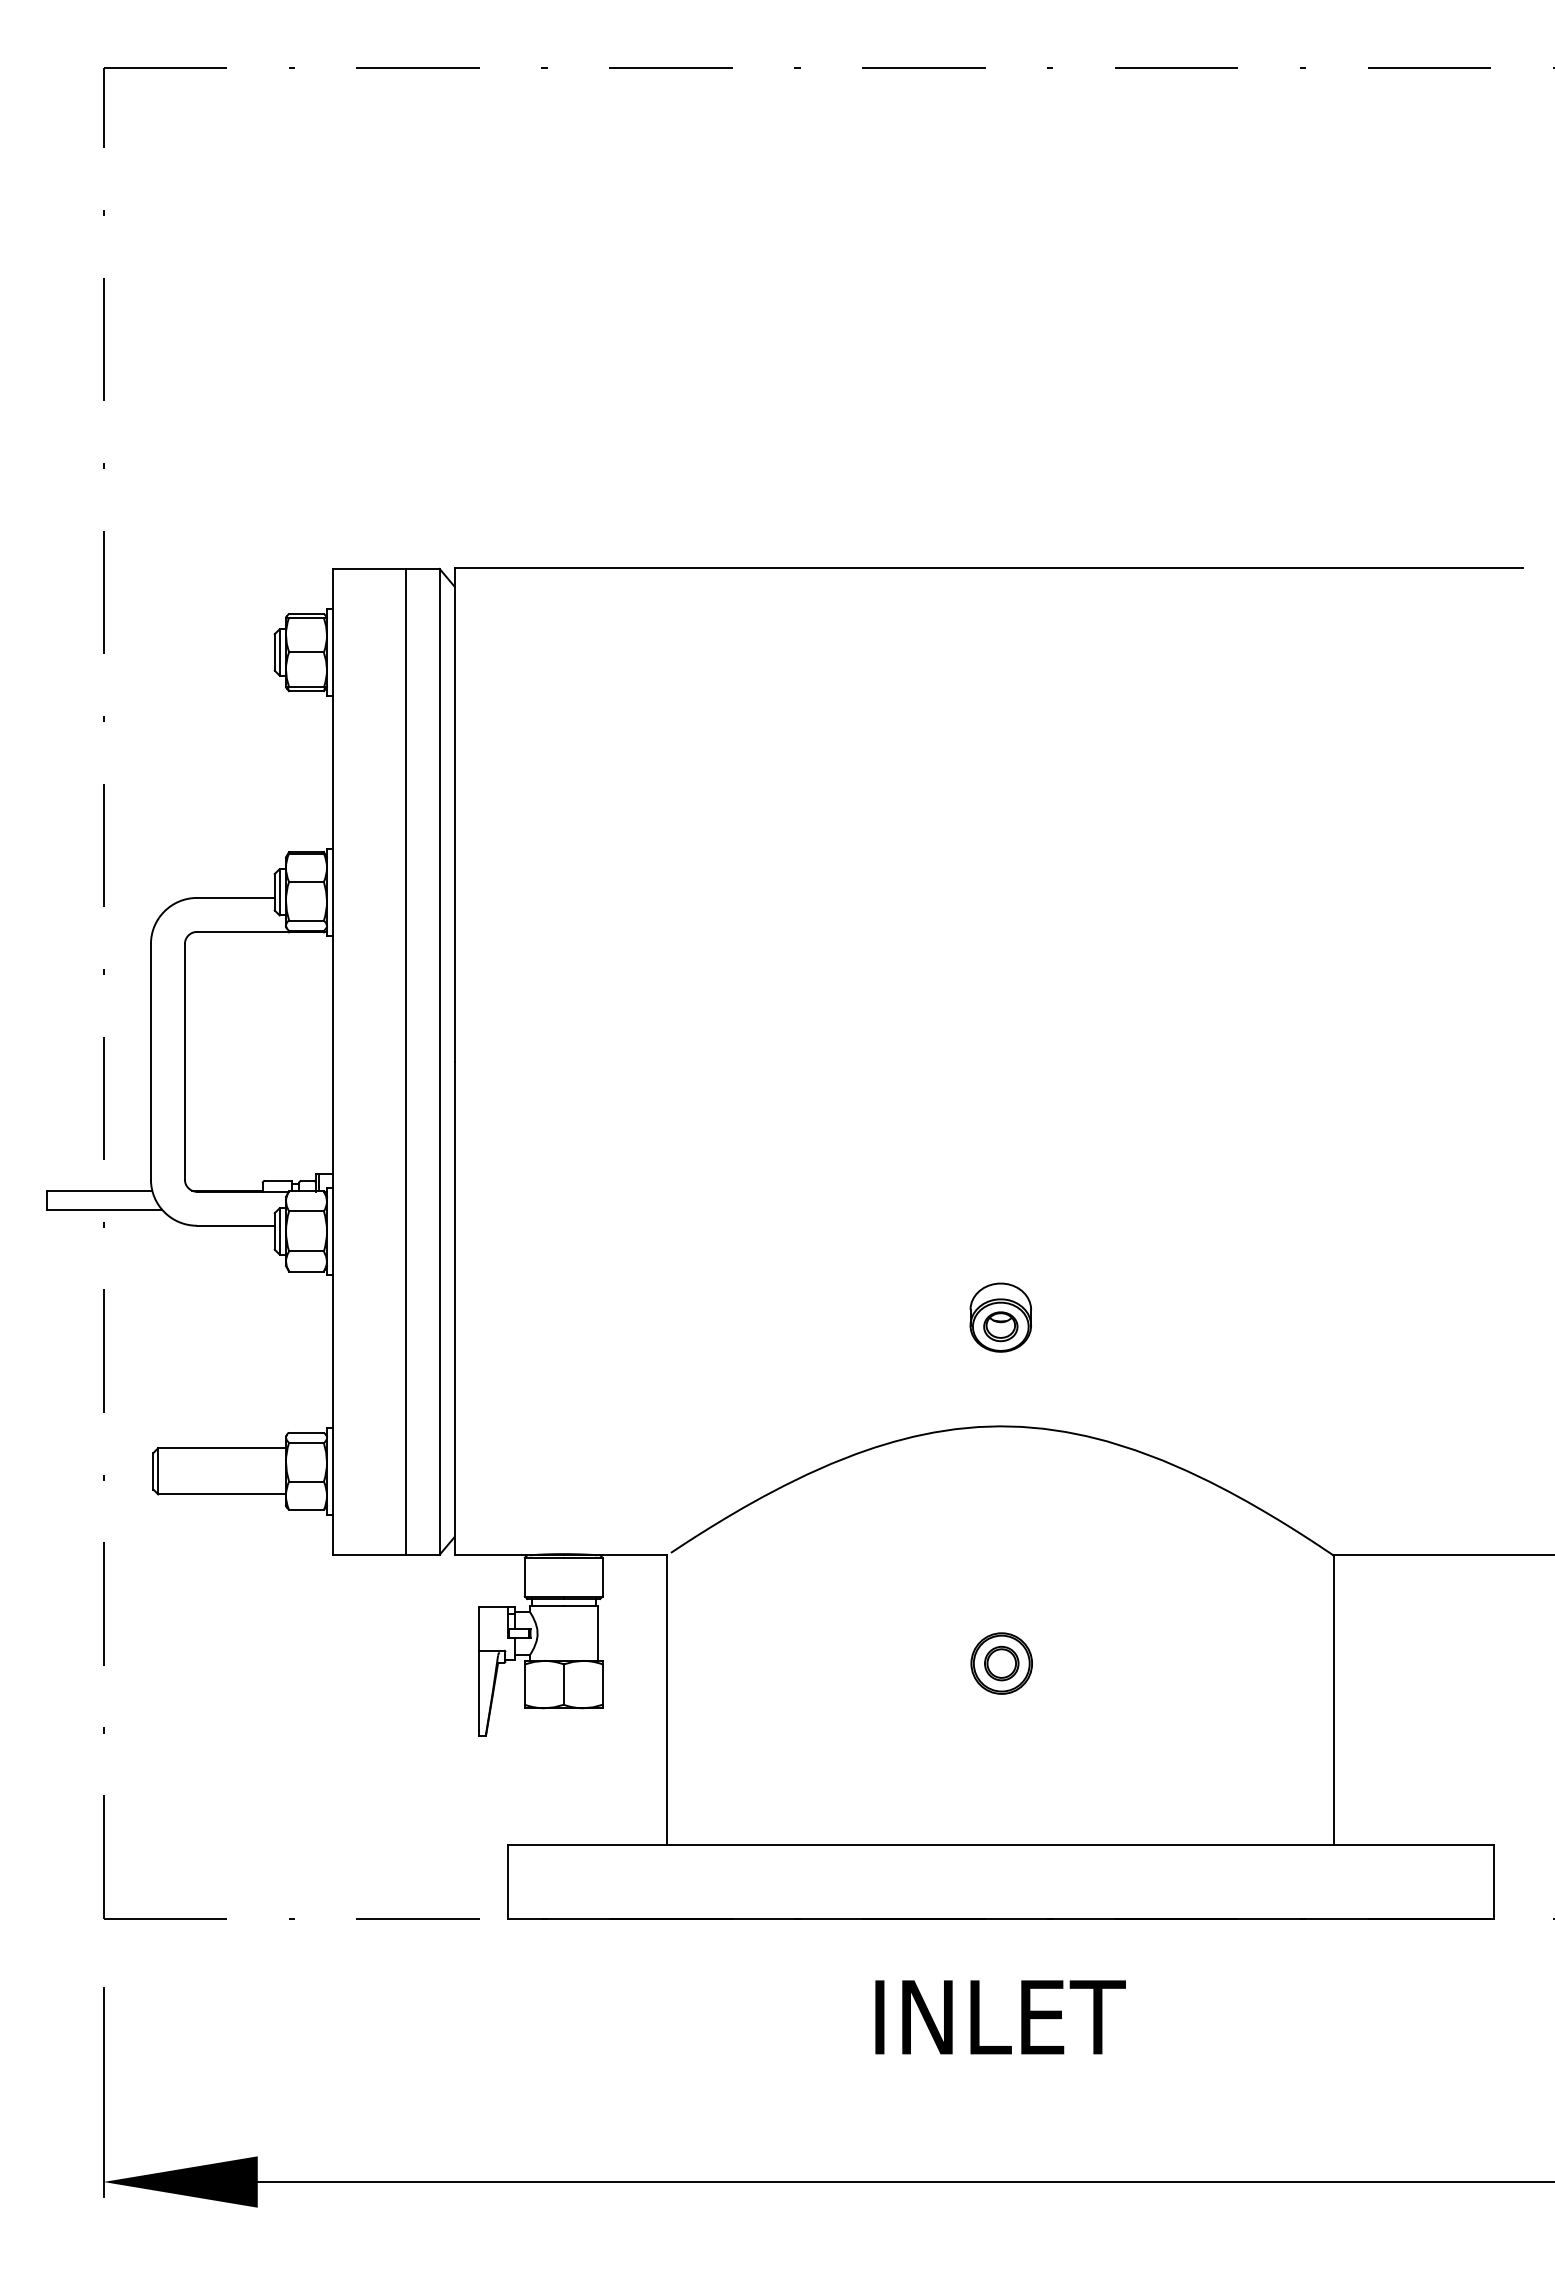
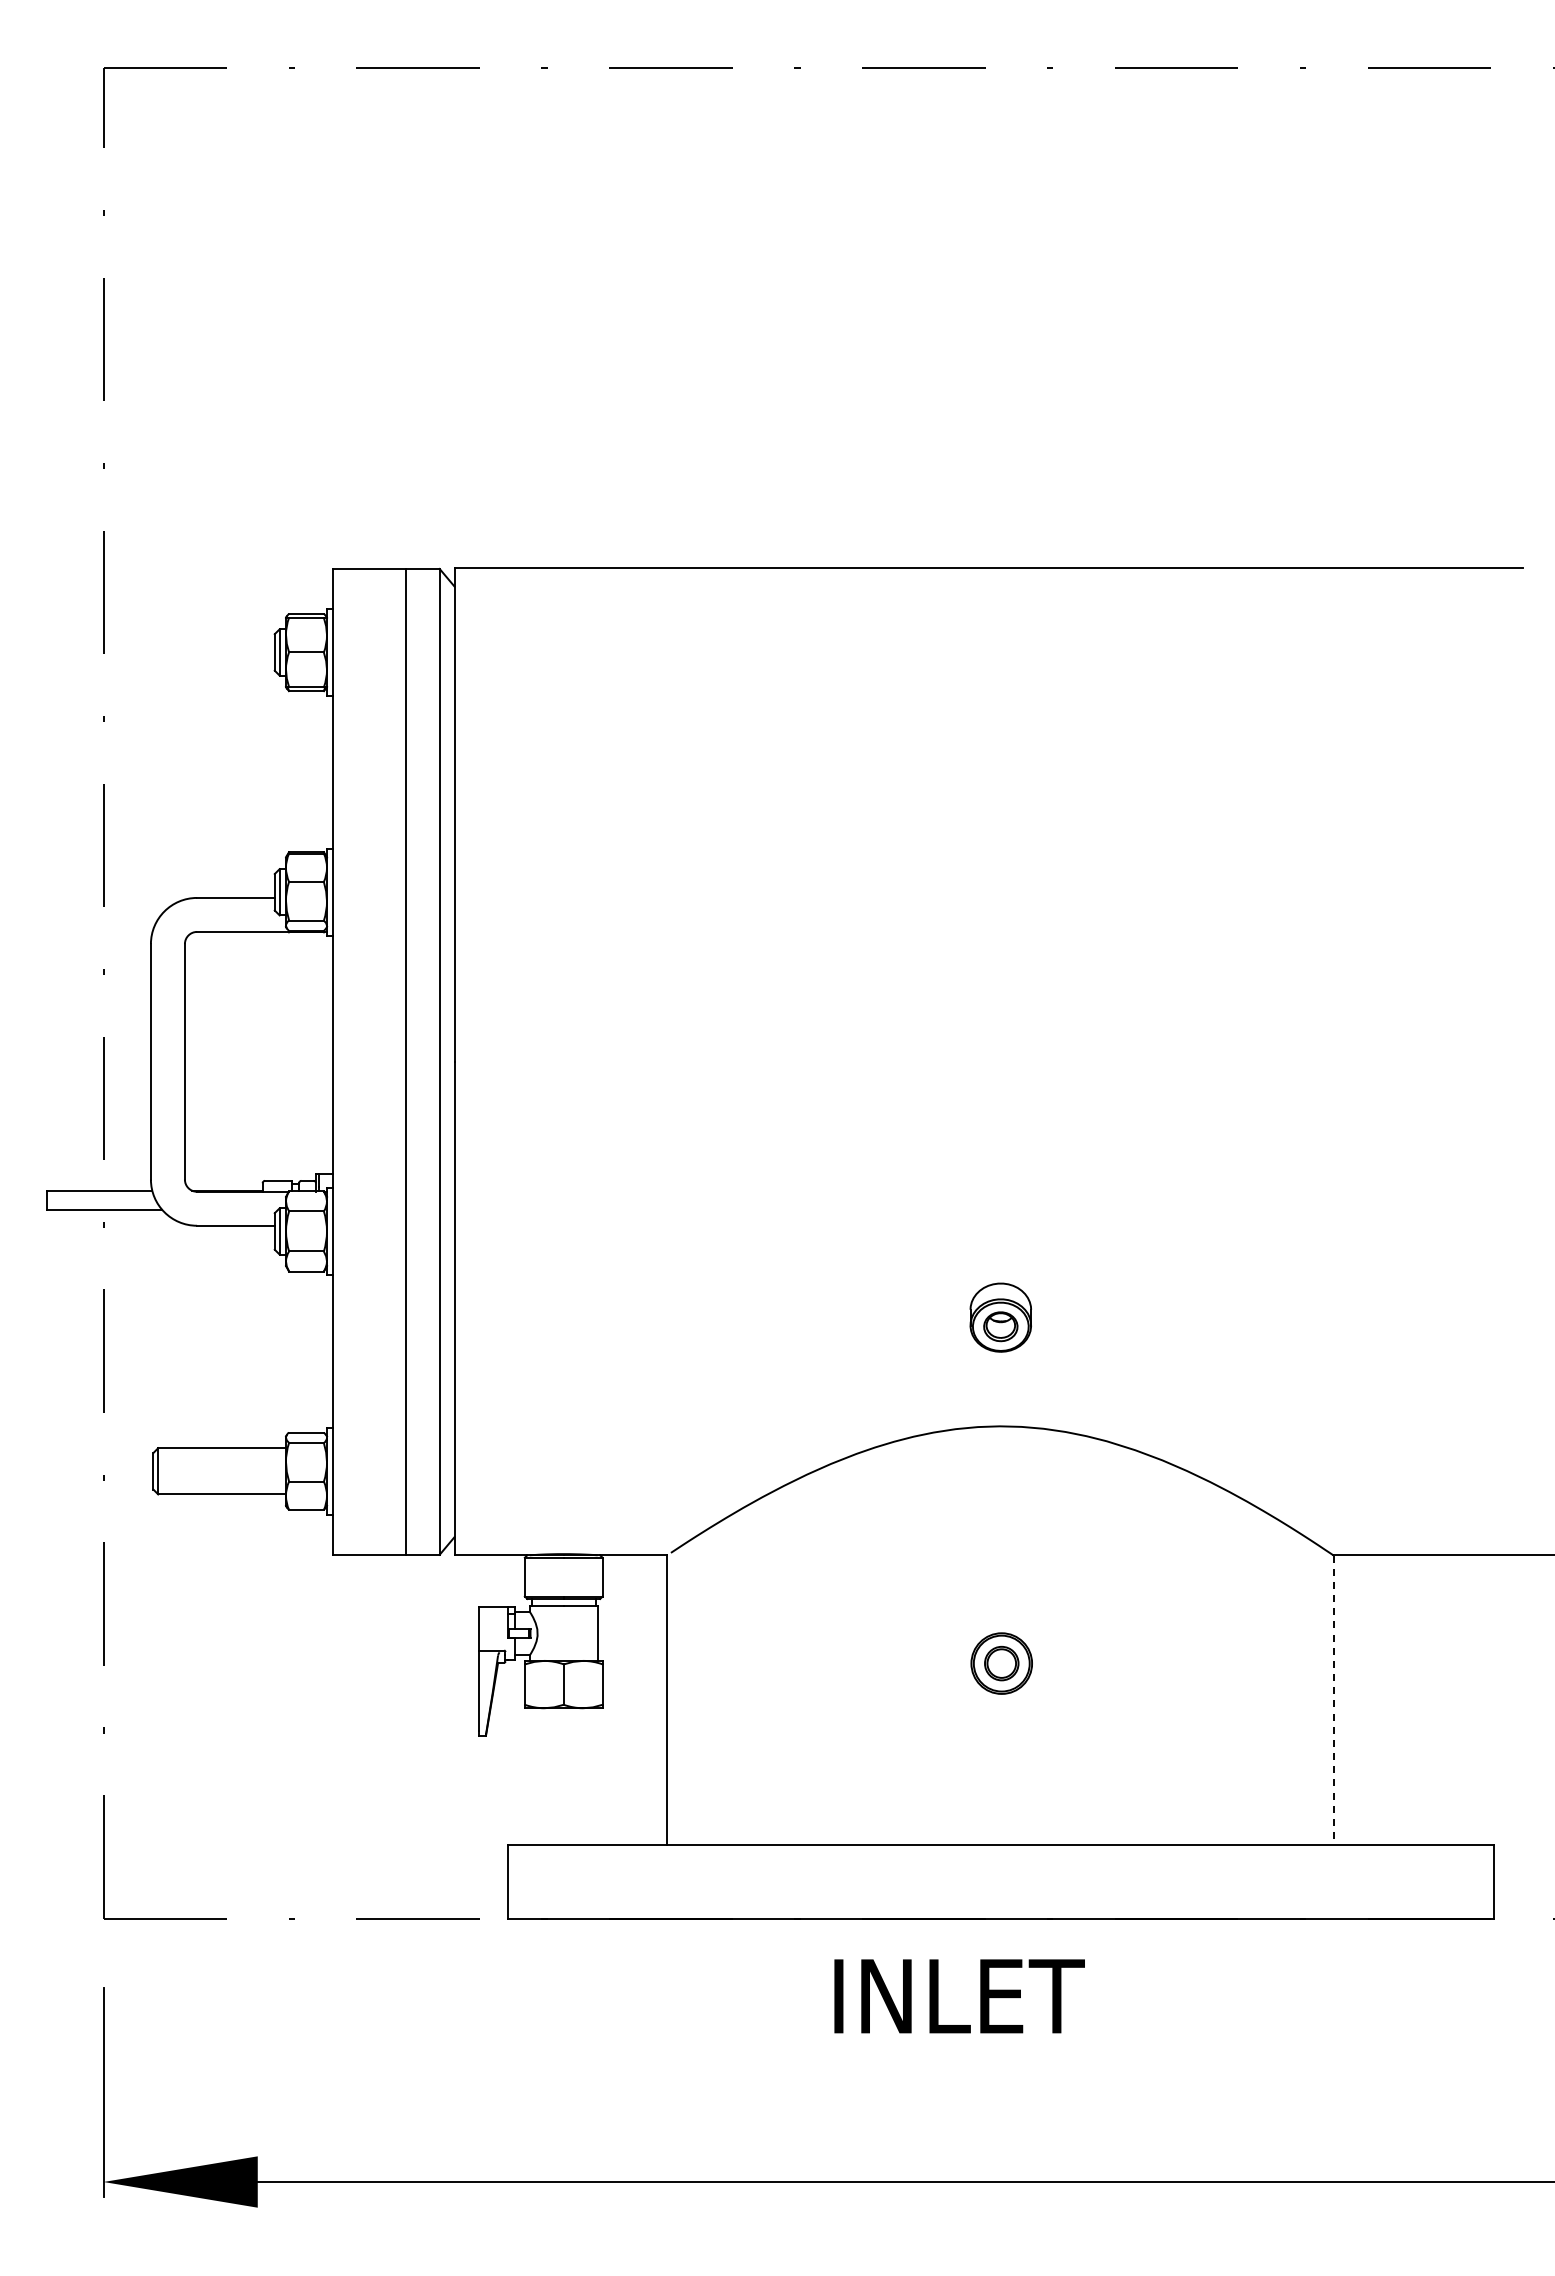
line at (1333, 1700): solid -> dashed
text at (1000, 2017) position: (1000, 2017) -> (959, 1996)
